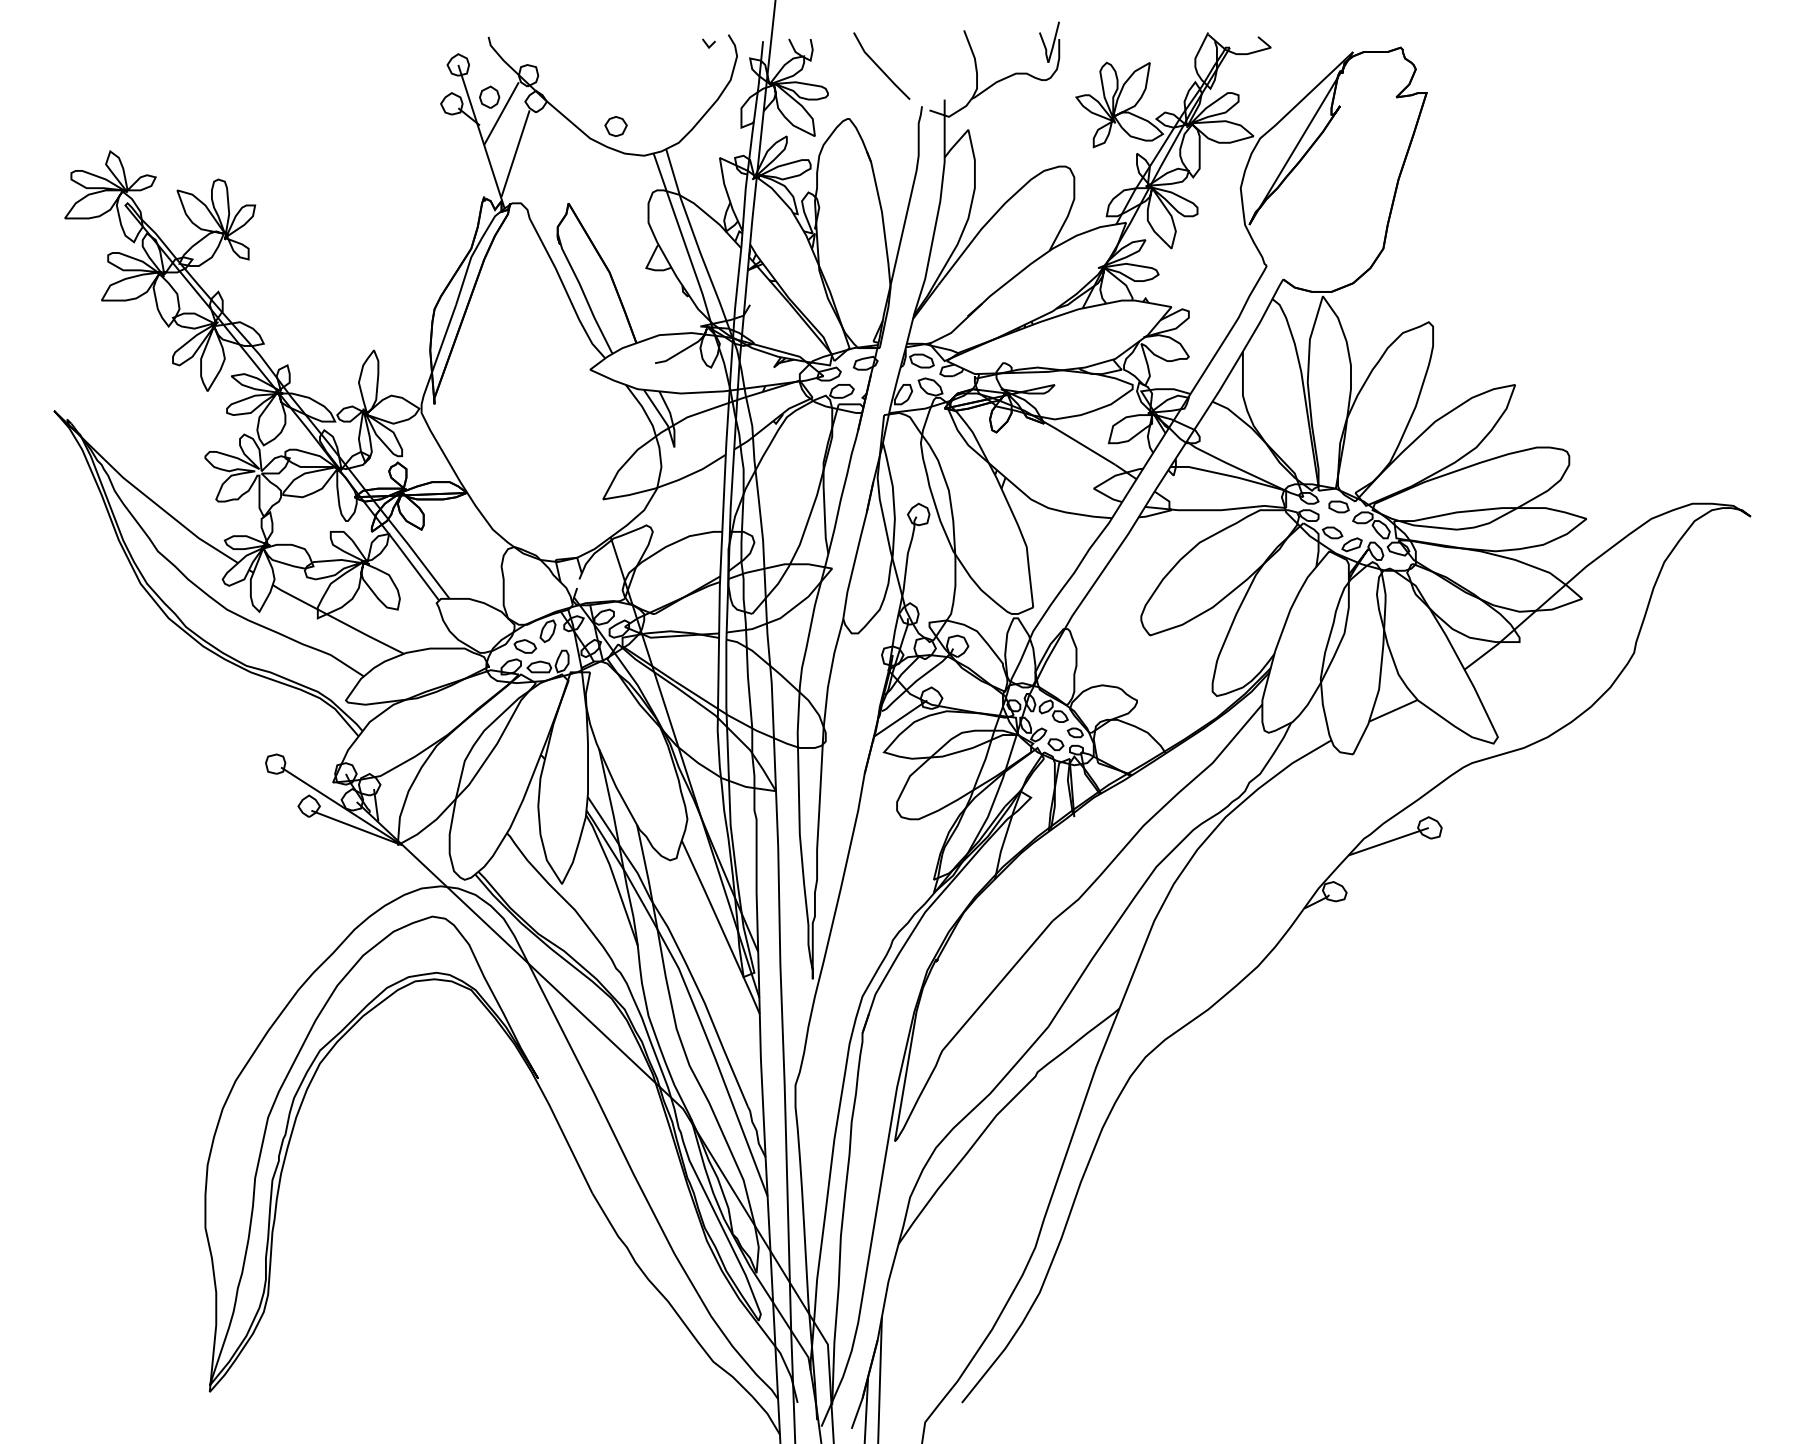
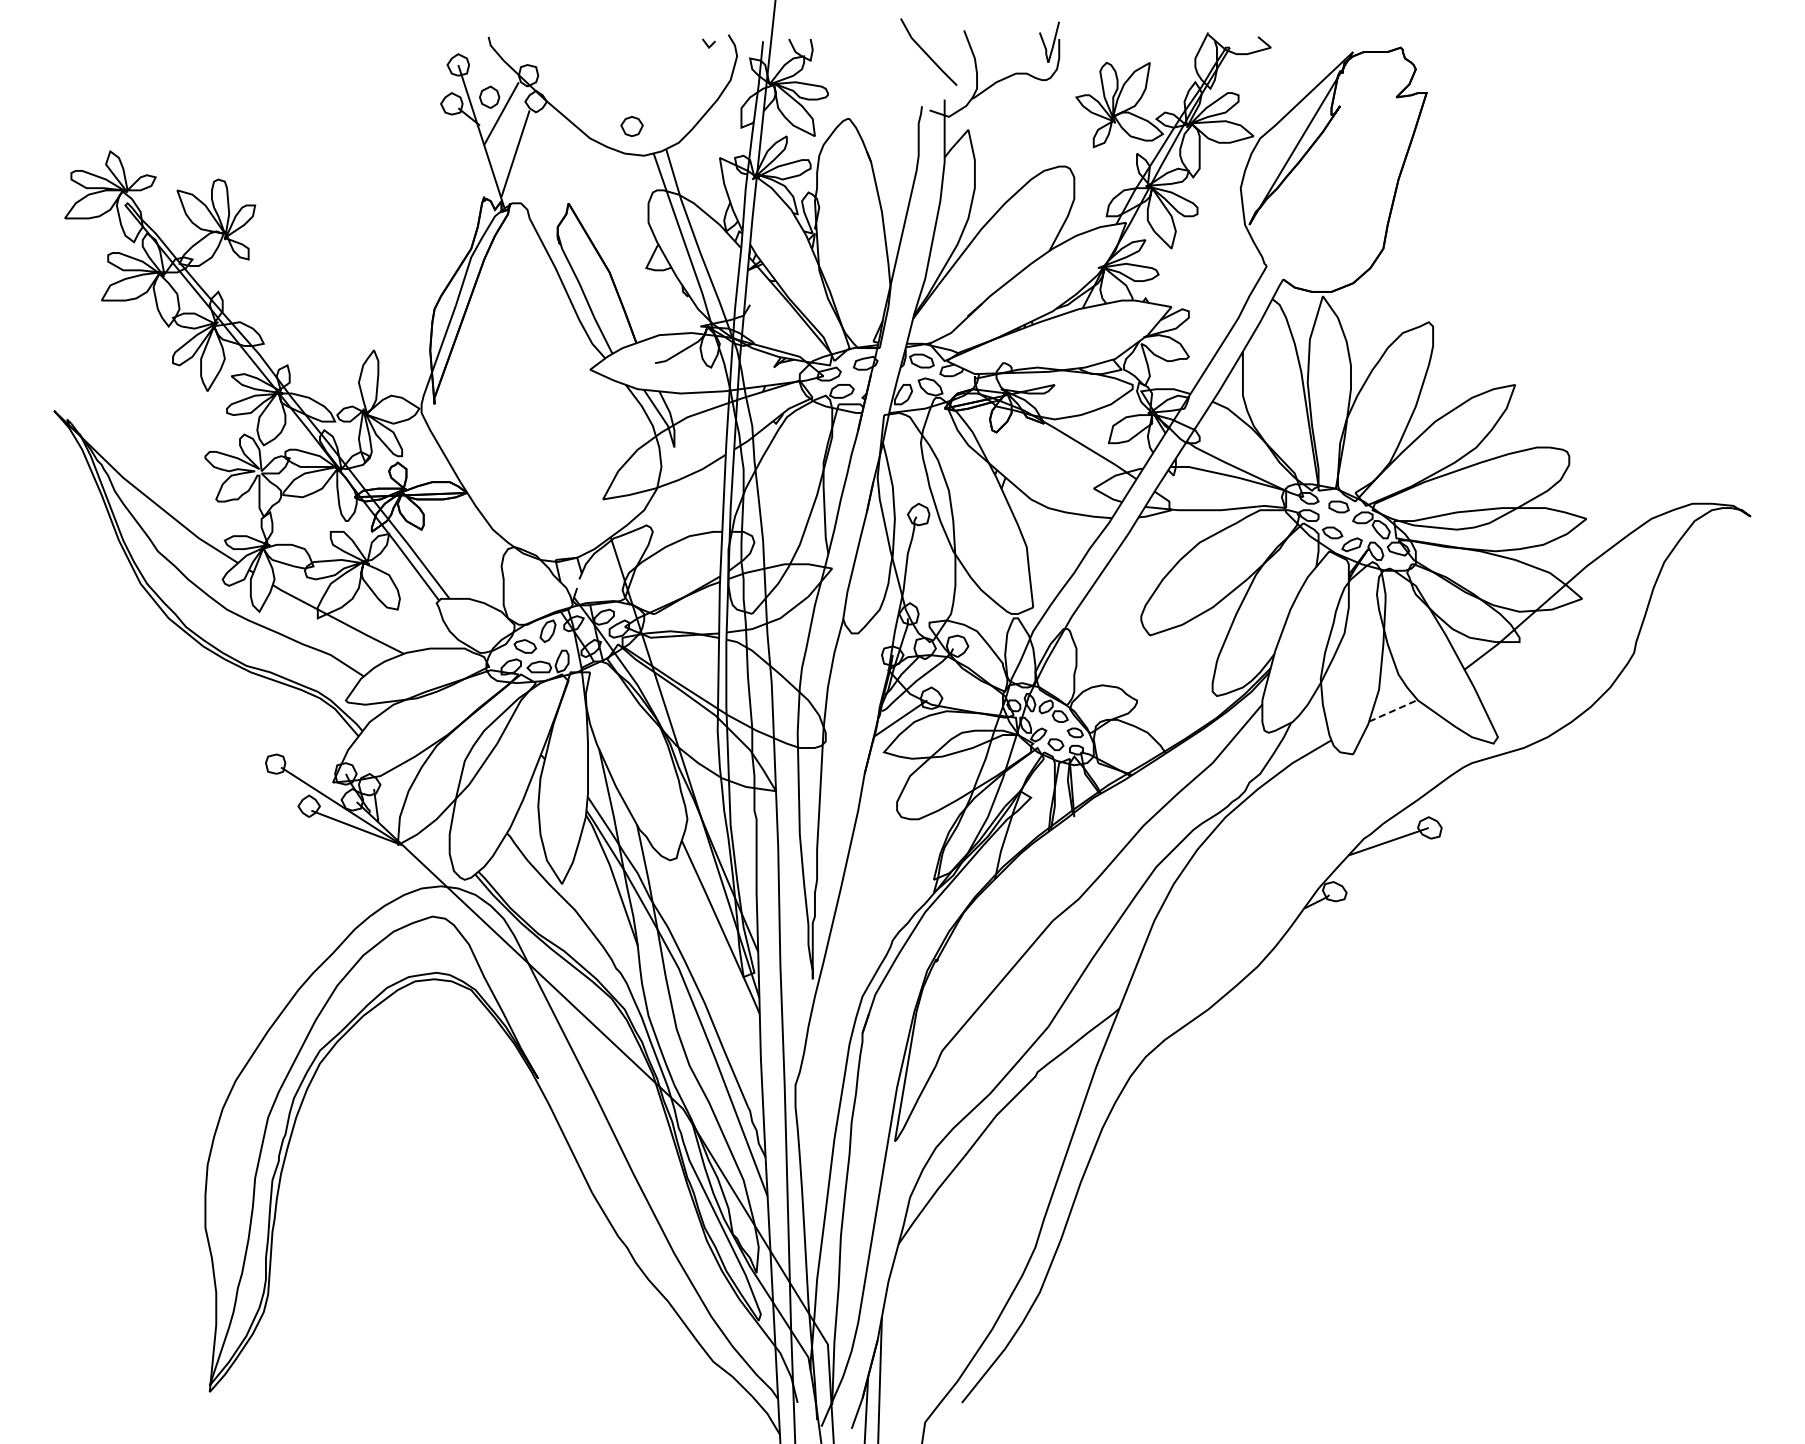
line at (879, 66) position: (879, 66) -> (926, 52)
part at (615, 126) position: (615, 126) -> (631, 126)
line at (1394, 710): solid -> dashed
